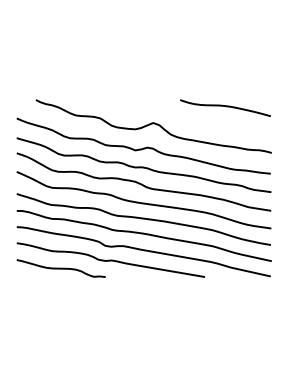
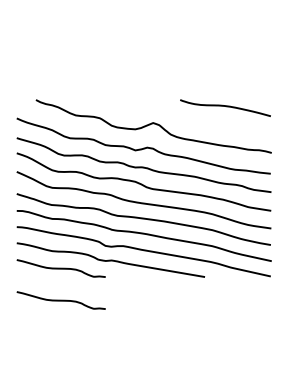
curve at (60, 300): none -> present
